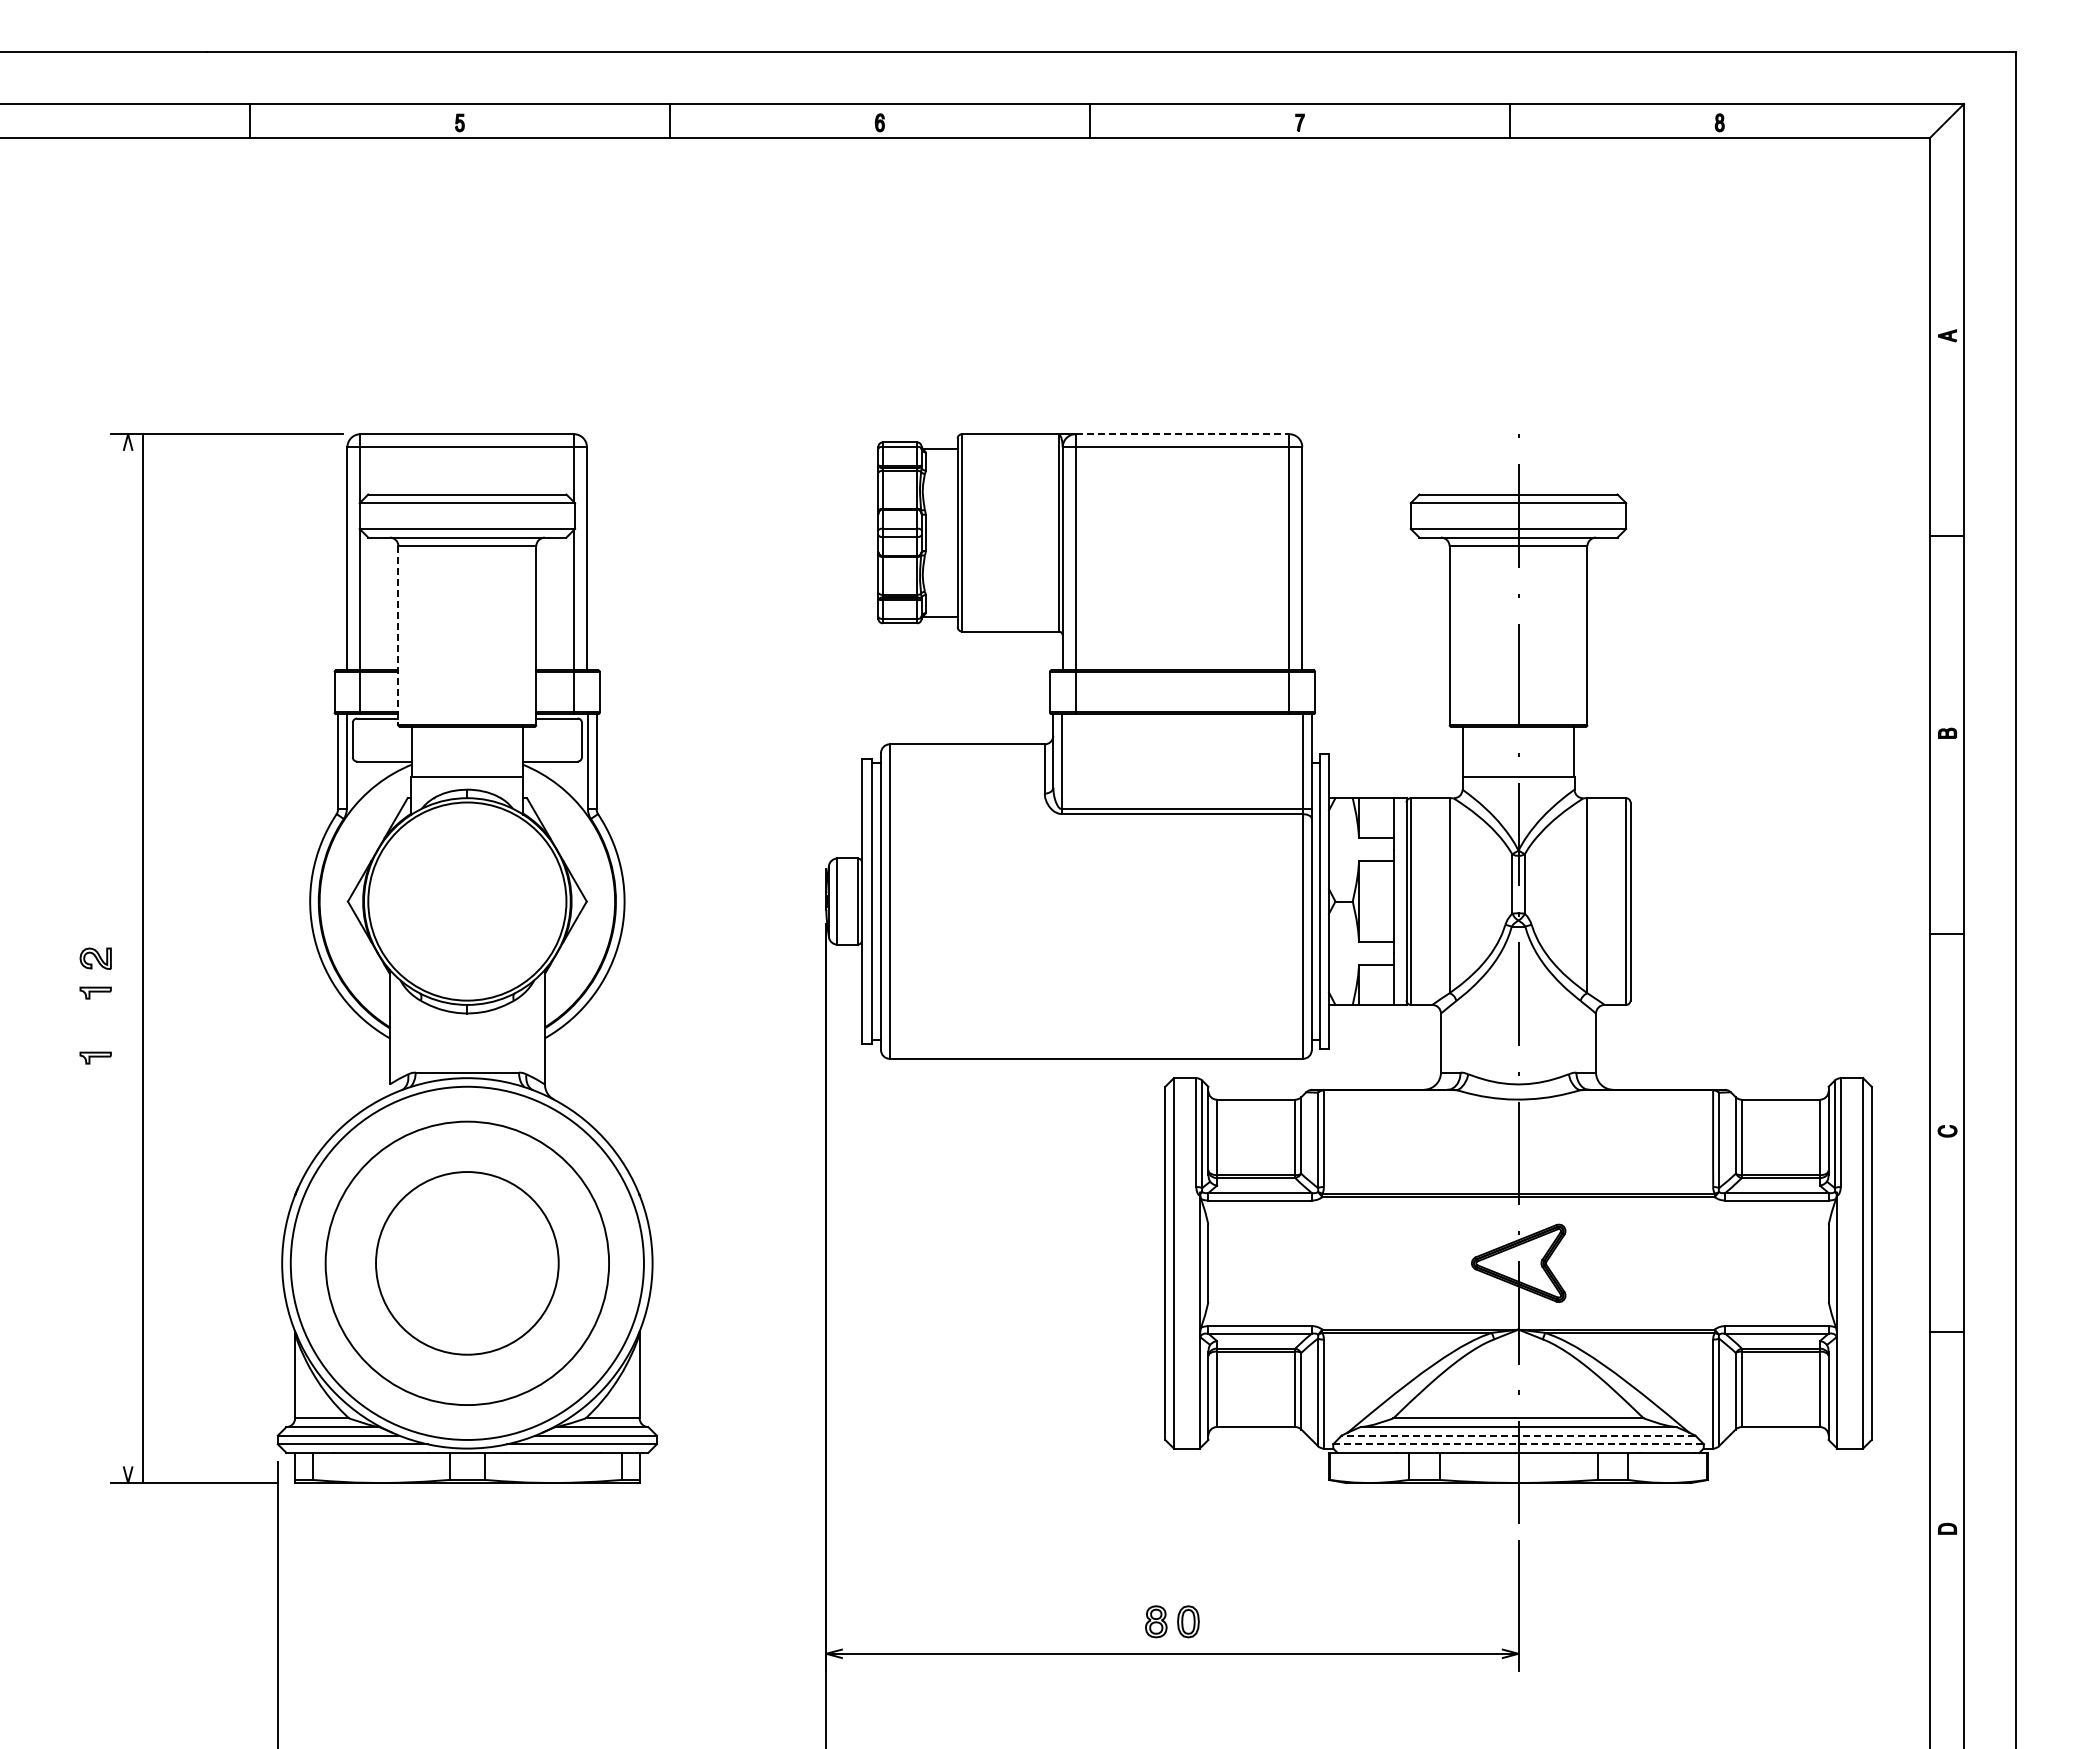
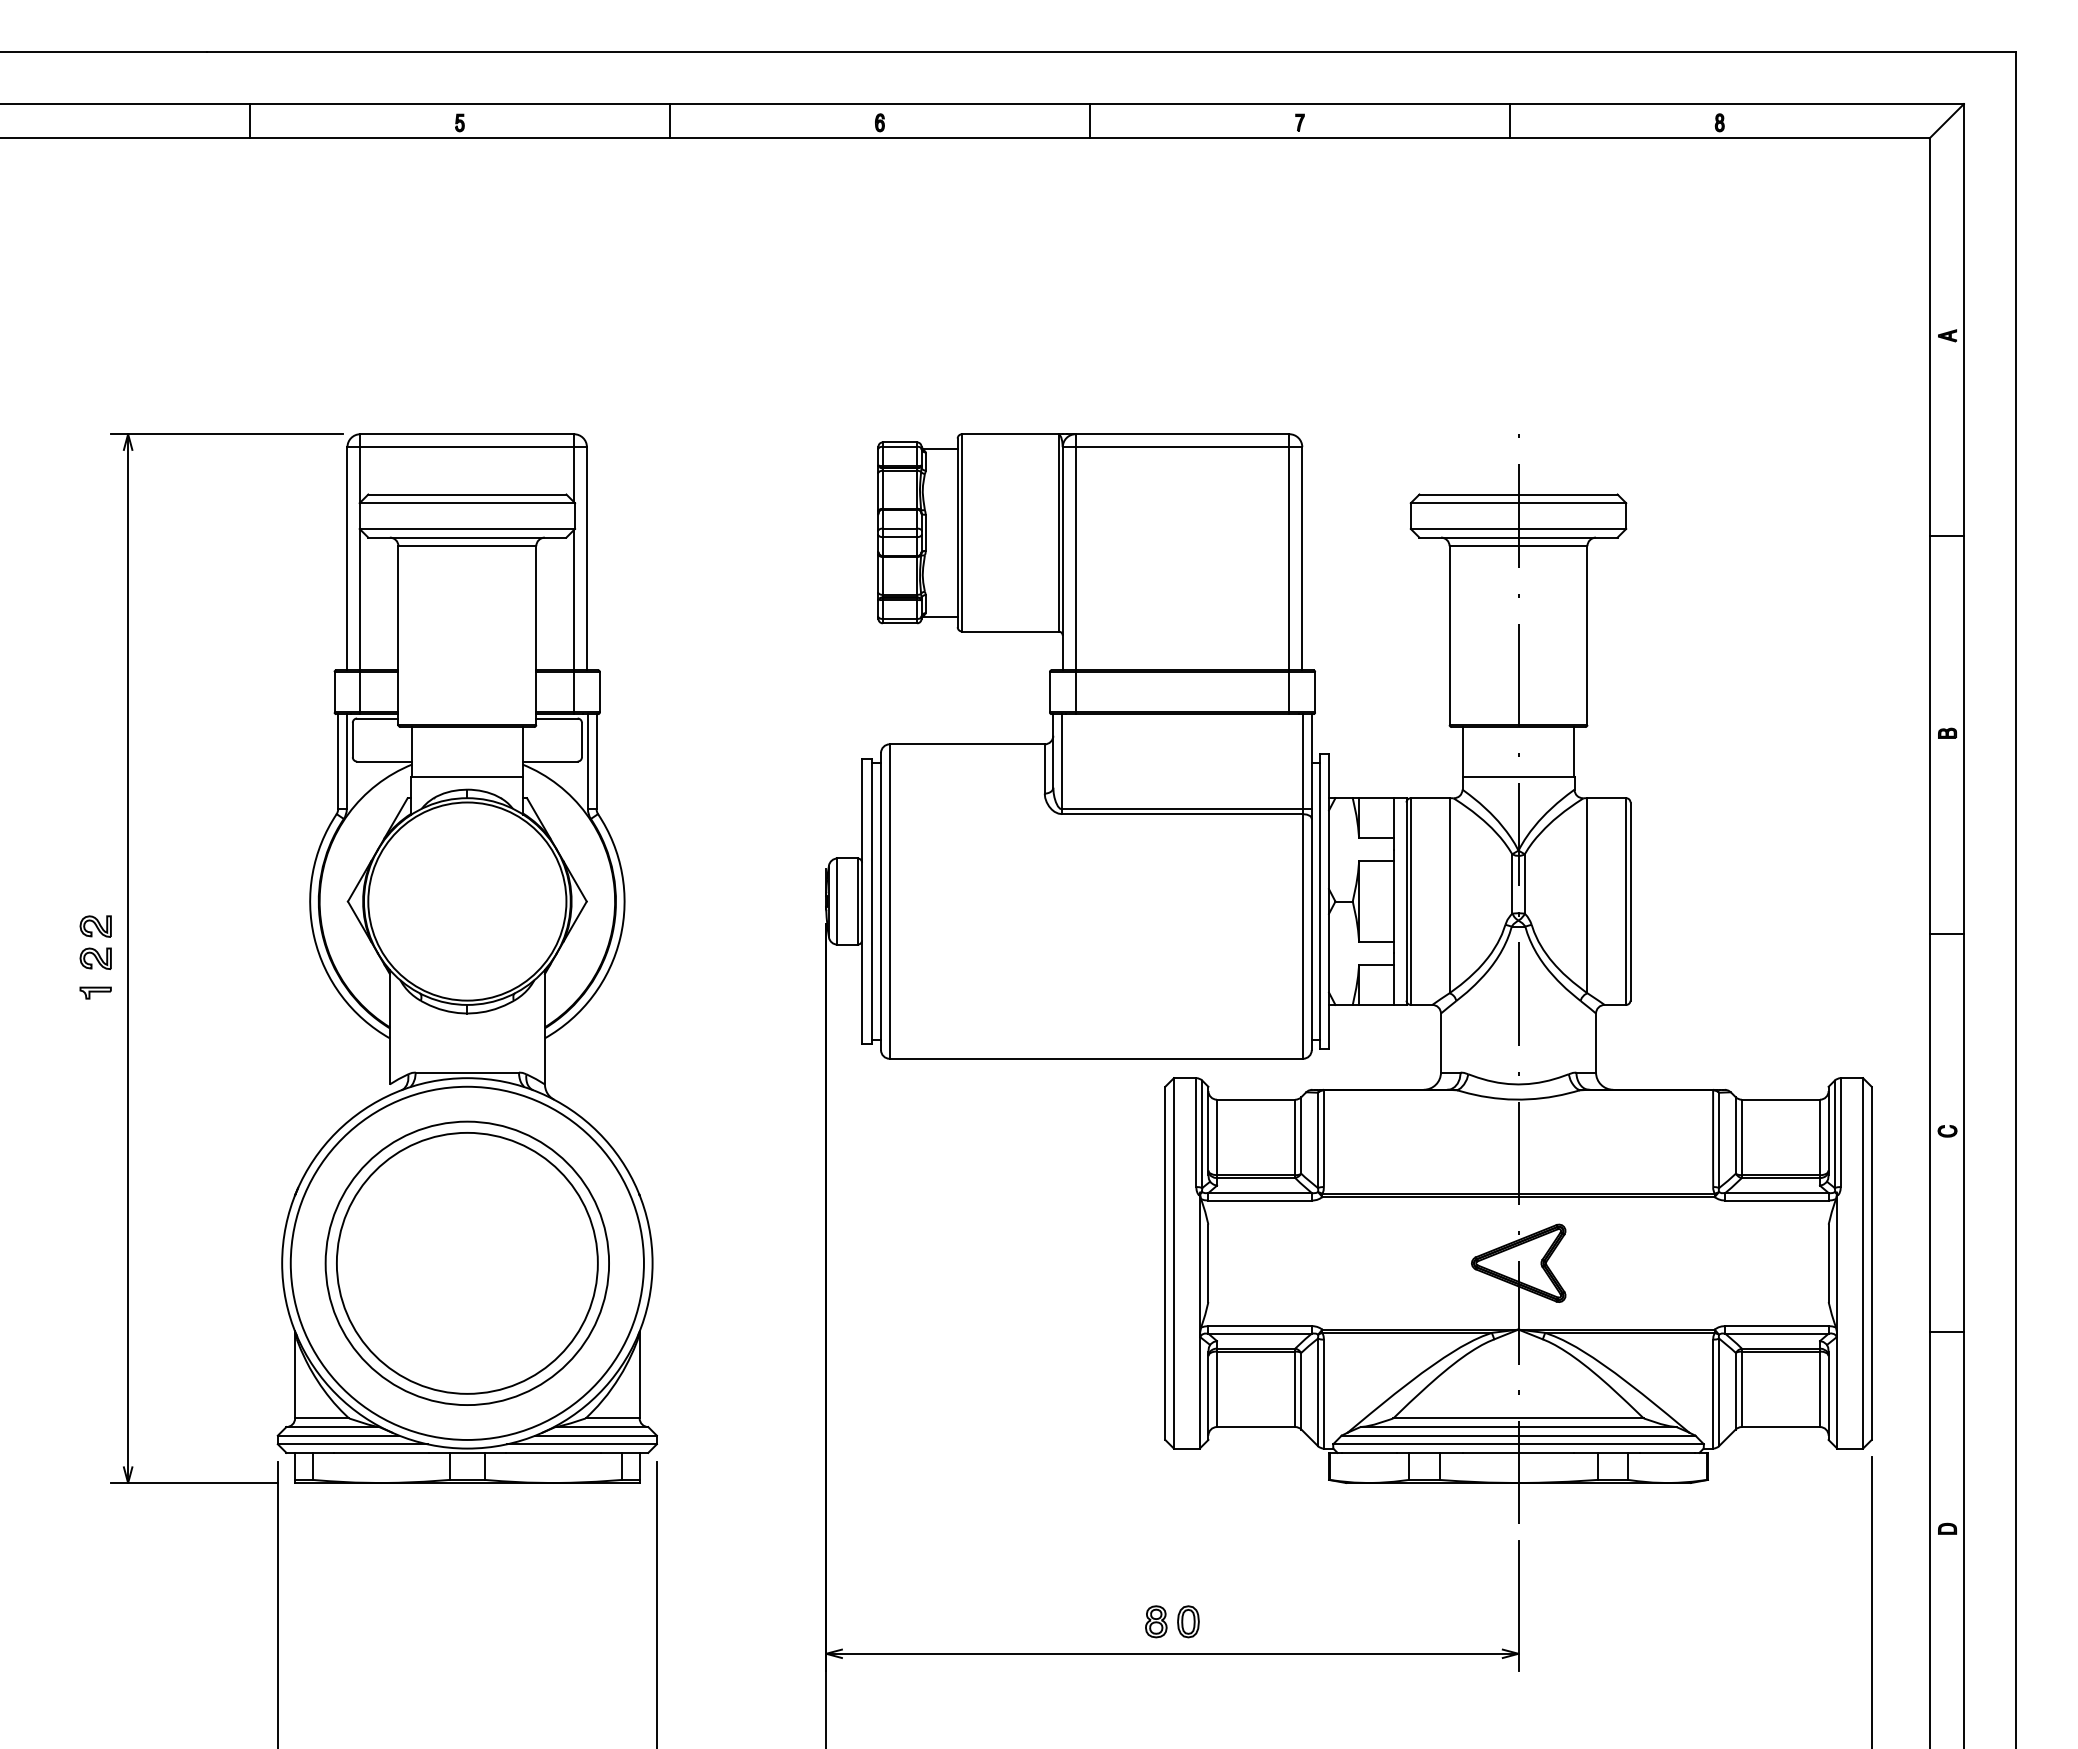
line at (1182, 434): dashed -> solid
line at (398, 636): dashed -> solid
part at (95, 926): none -> present
line at (143, 958) position: (143, 958) -> (128, 958)
part at (95, 1057): present -> none
circle at (467, 1263) diameter: 183 px -> 261 px
line at (1518, 1435): dashed -> solid
line at (1519, 1444): dashed -> solid
line at (1871, 1601): none -> present
line at (656, 1603): none -> present
